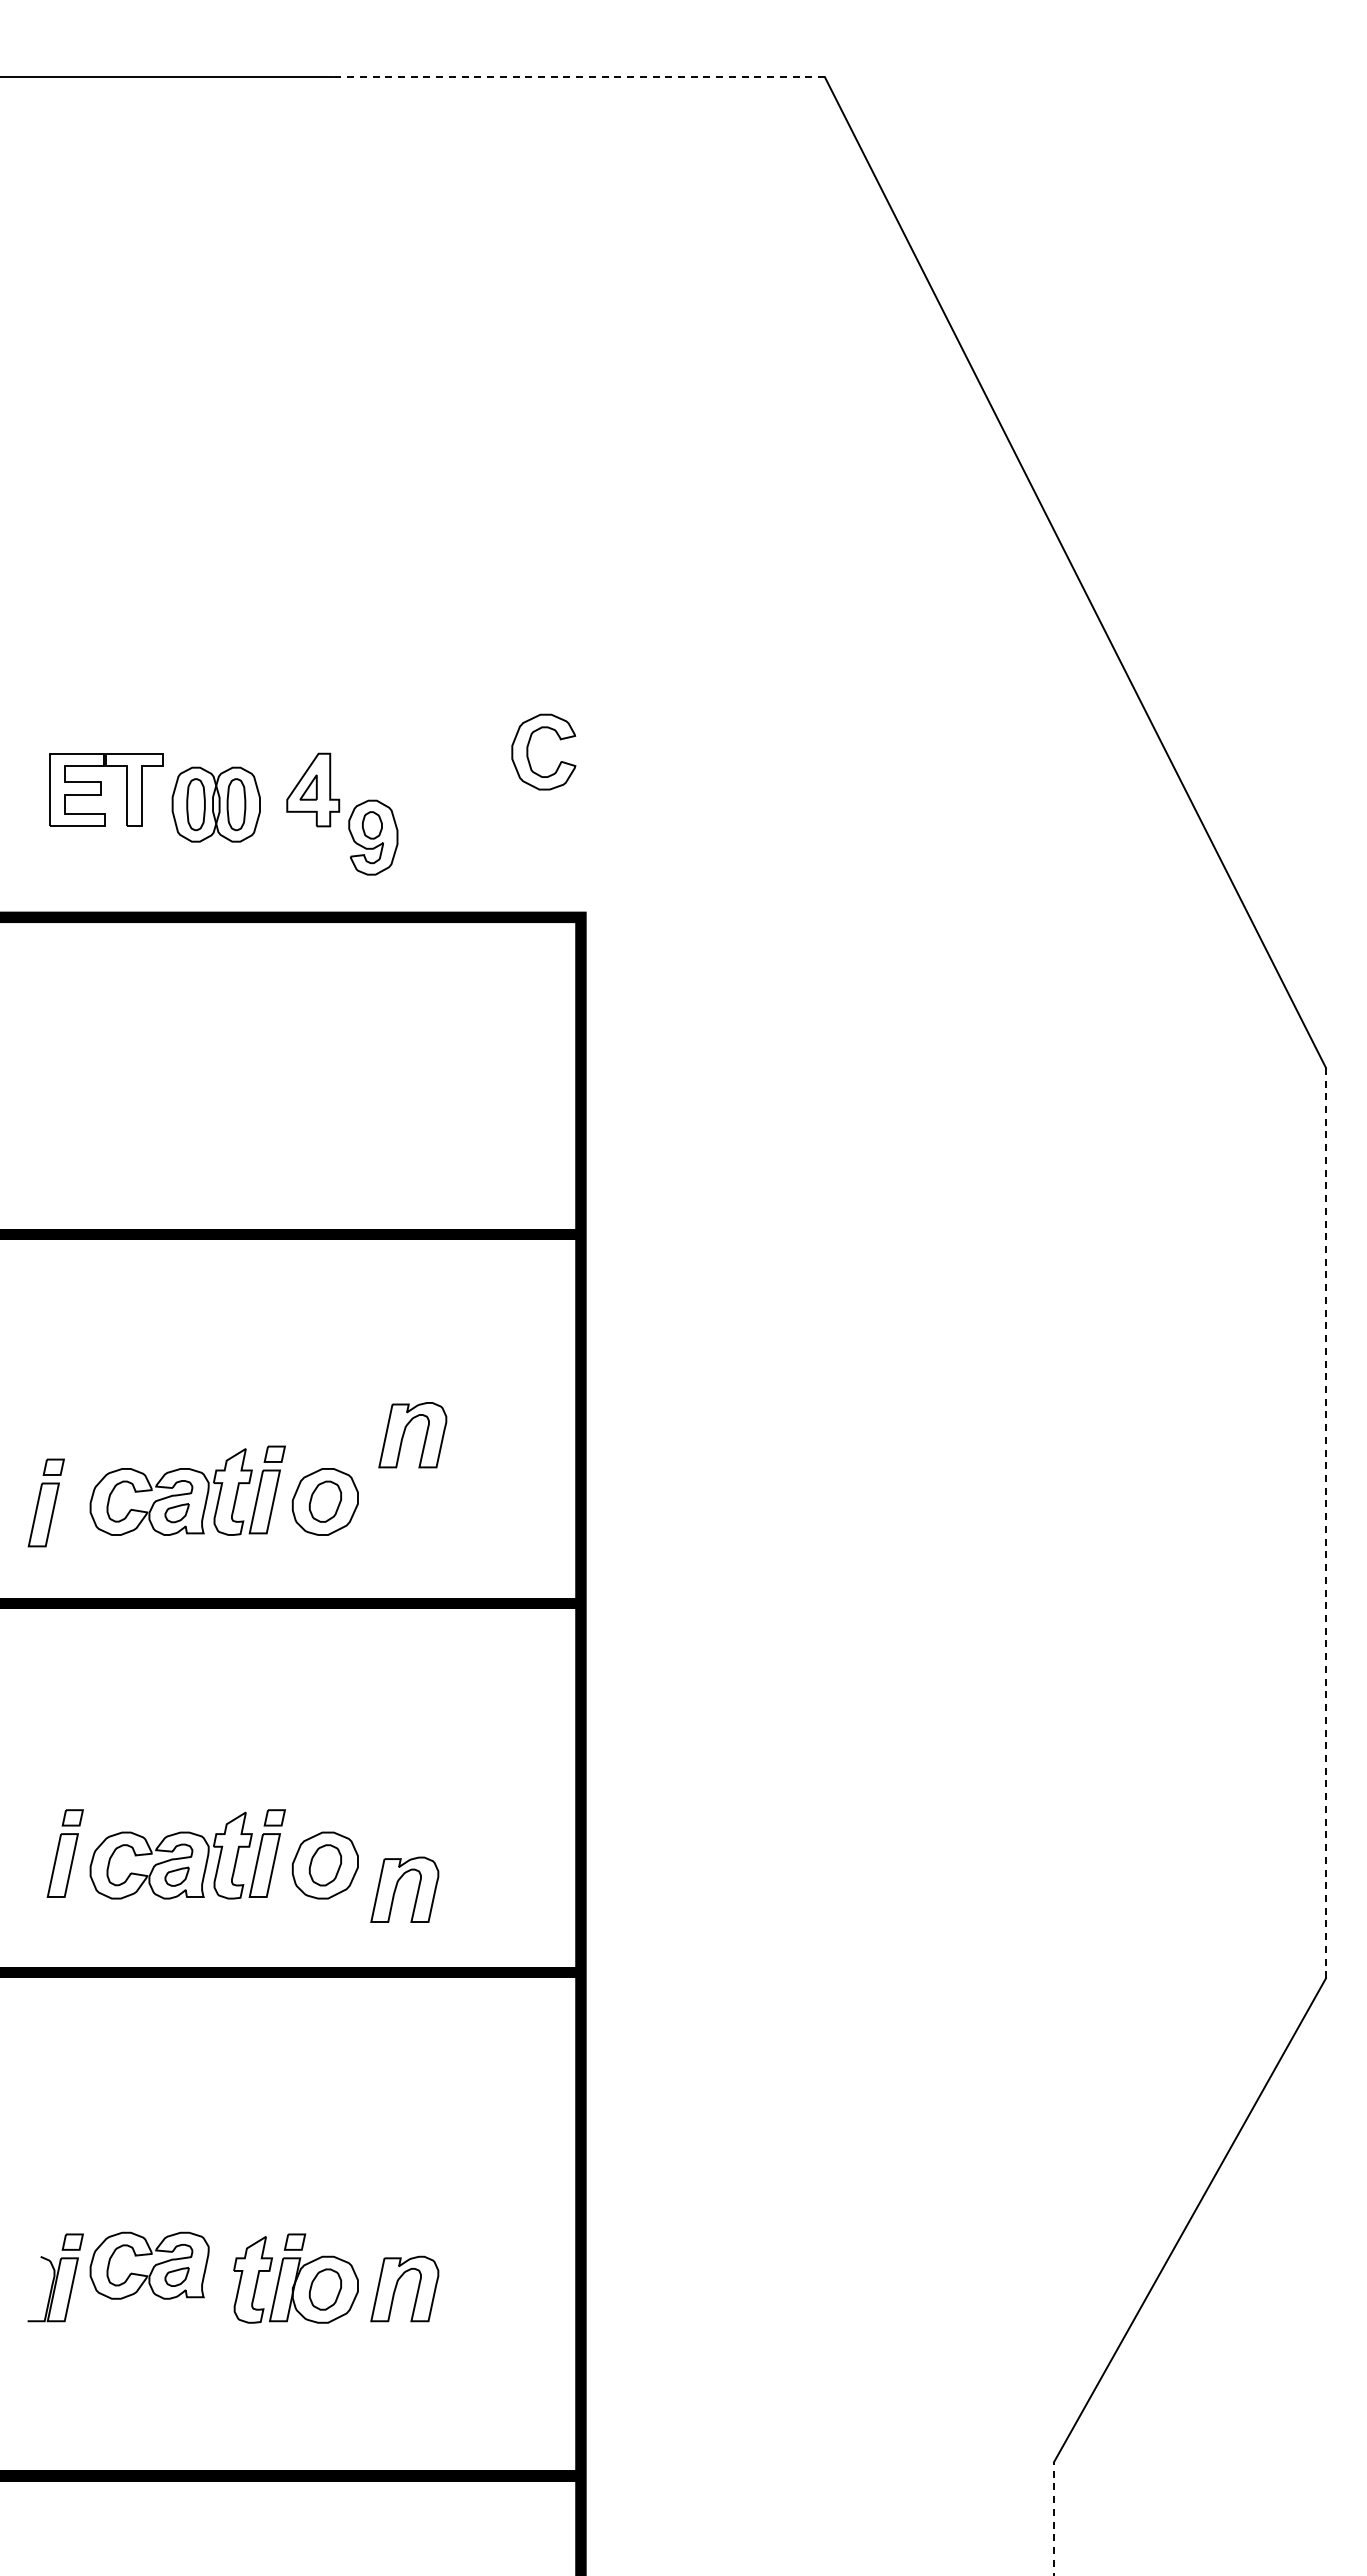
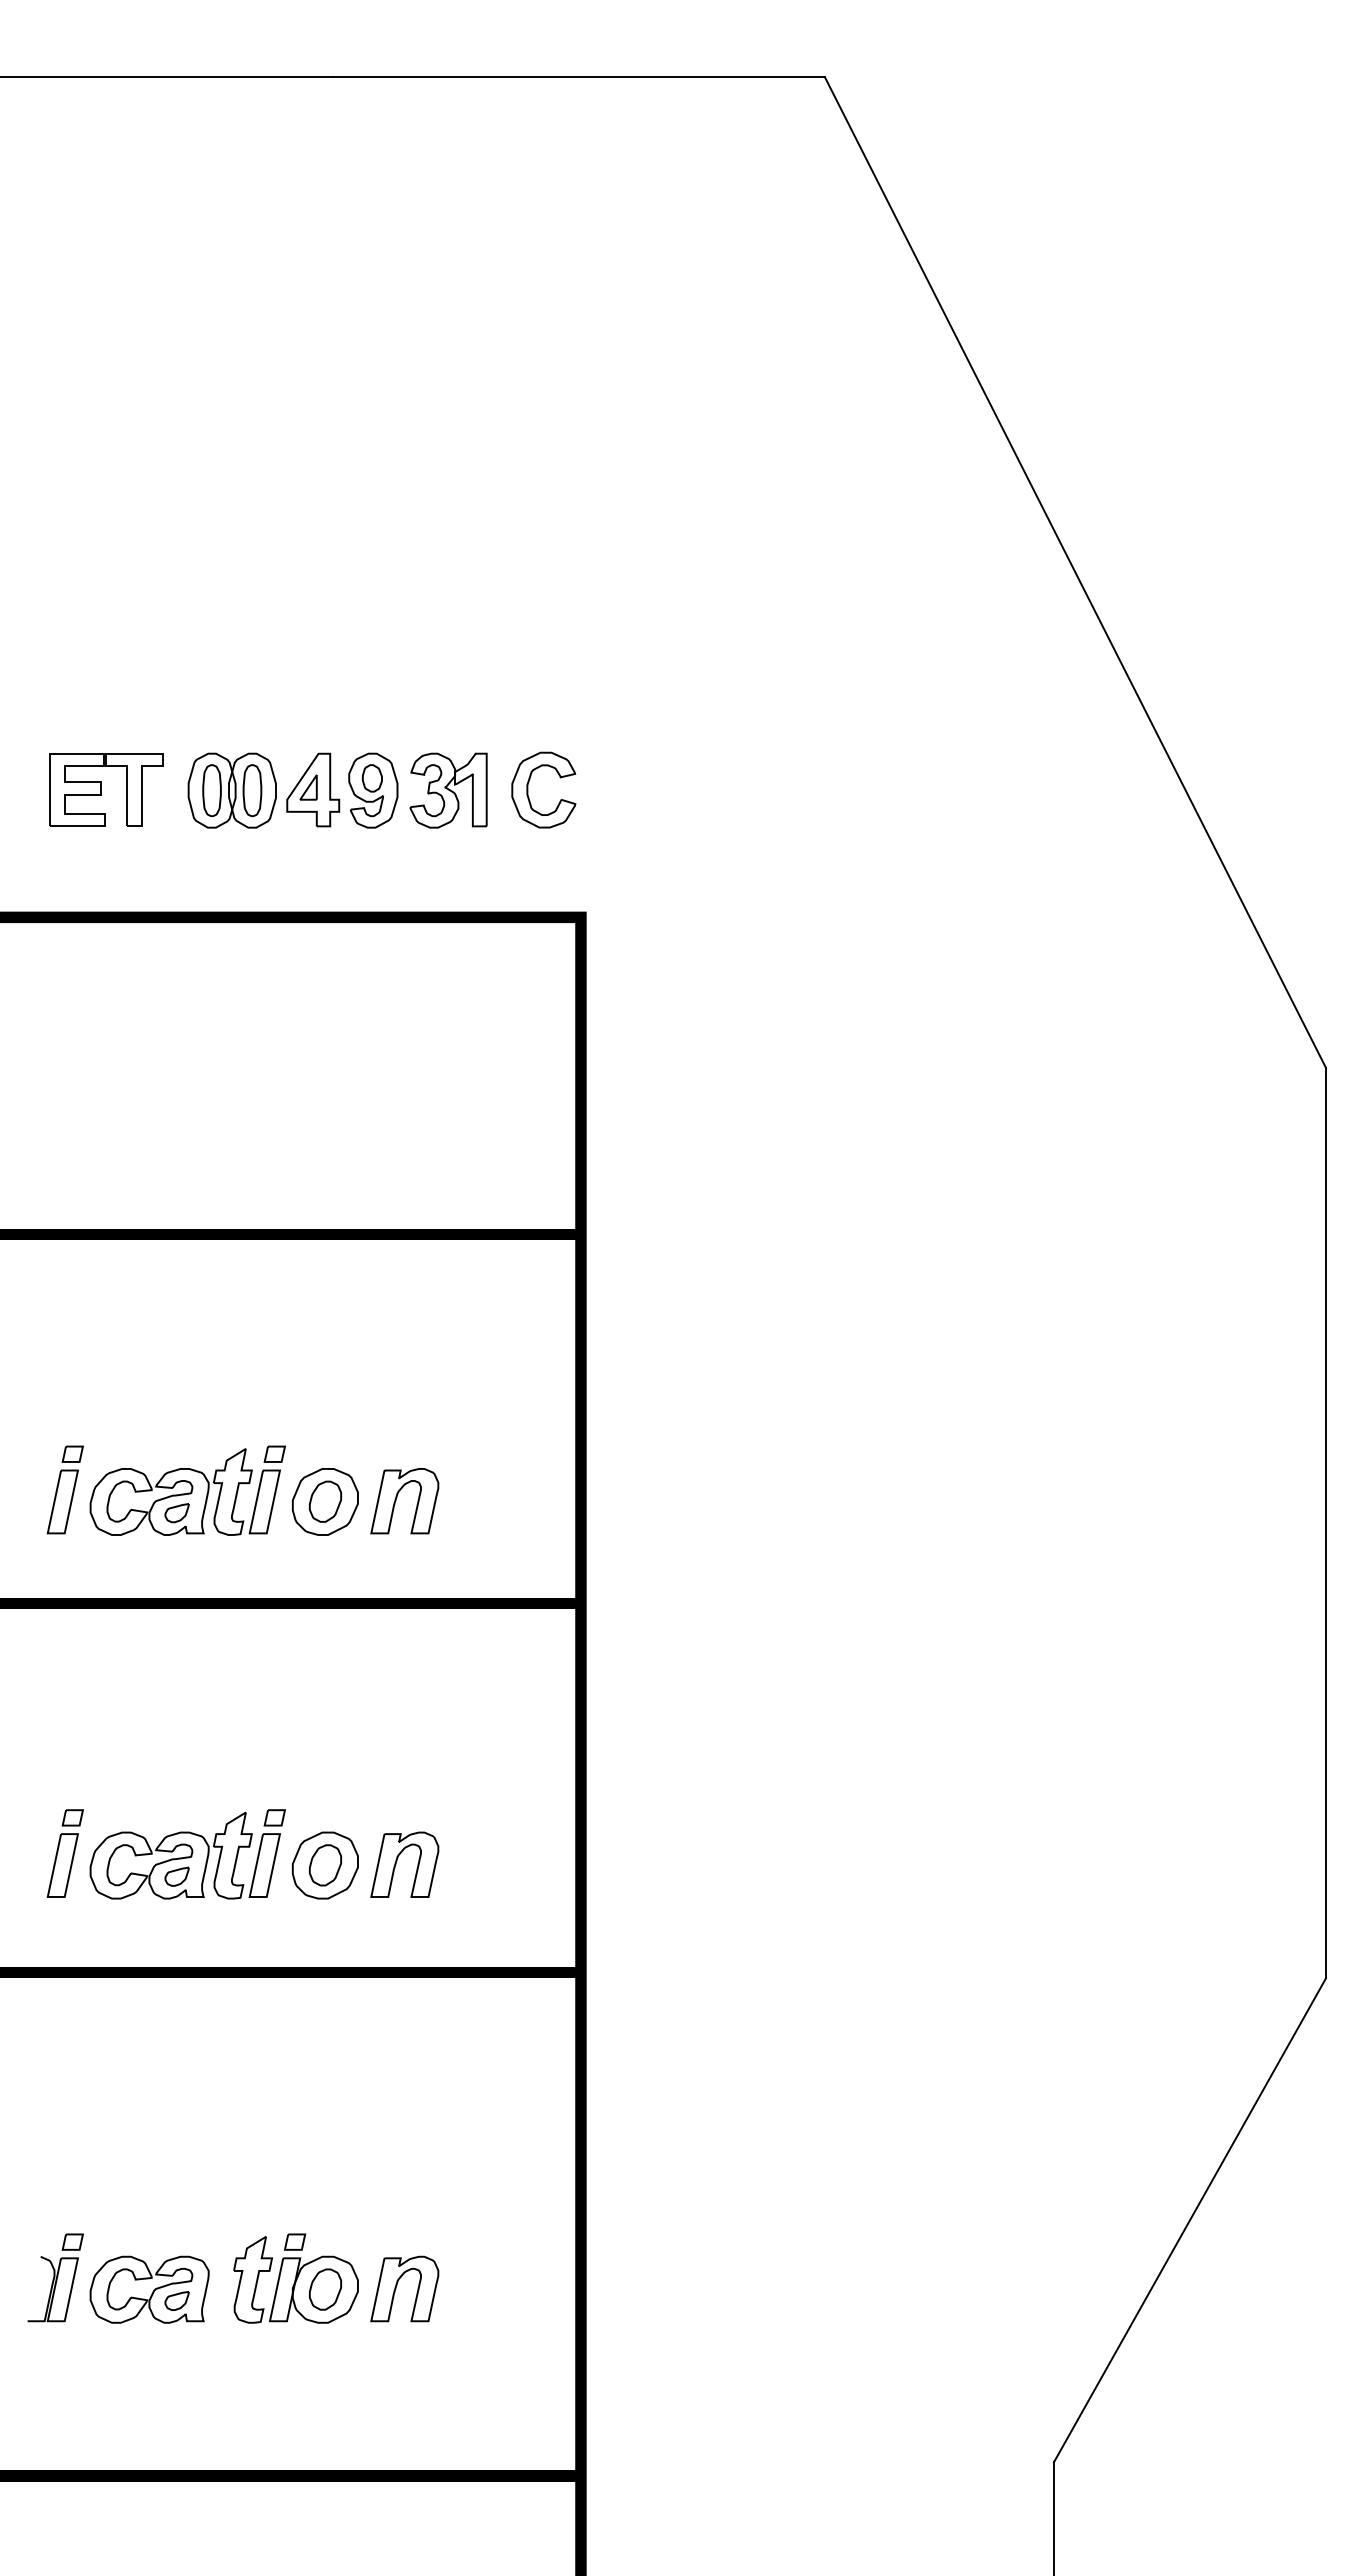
line at (578, 77): dashed -> solid
part at (528, 751) position: (528, 751) -> (528, 789)
part at (448, 790): none -> present
part at (215, 804) position: (215, 804) -> (231, 790)
part at (373, 837) position: (373, 837) -> (373, 790)
part at (404, 1435) position: (404, 1435) -> (396, 1501)
part at (45, 1502) position: (45, 1502) -> (64, 1489)
line at (1325, 1522): dashed -> solid
part at (397, 1886) position: (397, 1886) -> (397, 1861)
part at (149, 2265) position: (149, 2265) -> (149, 2289)
line at (1054, 2518): dashed -> solid
